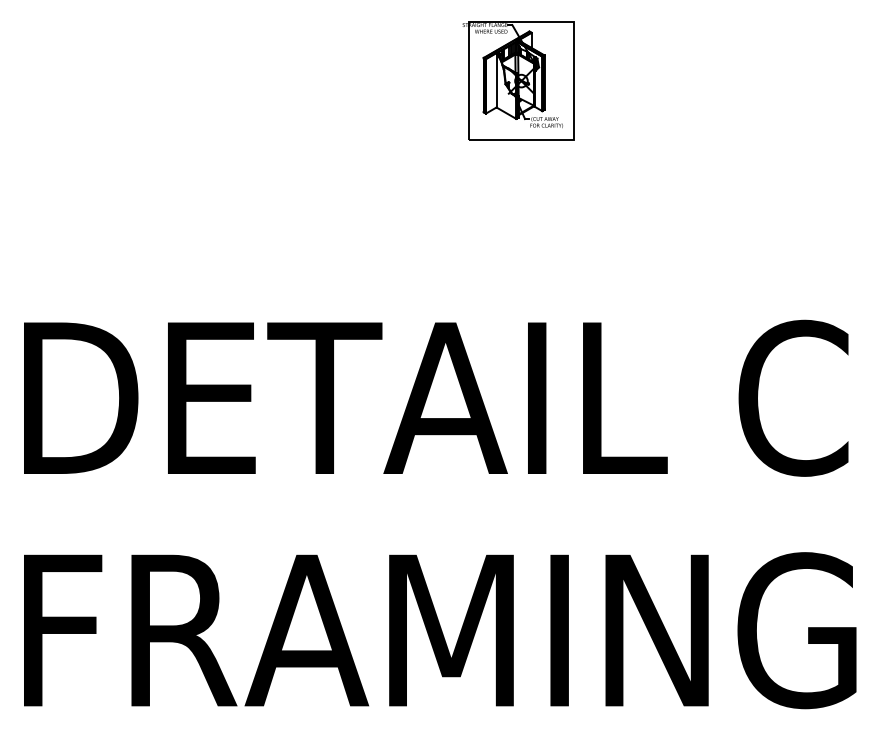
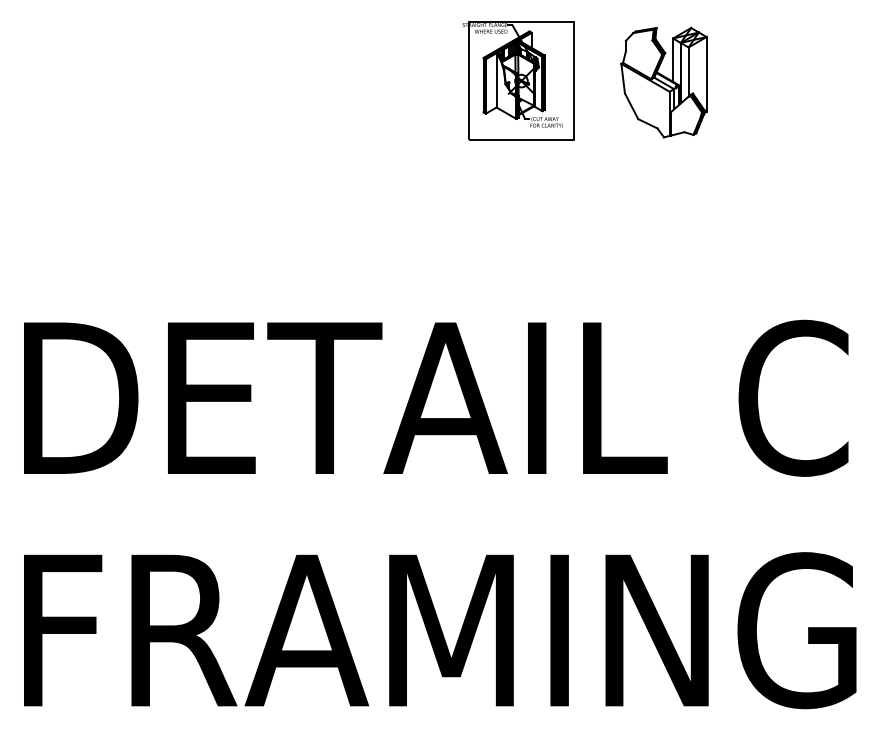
part at (663, 82): none -> present
